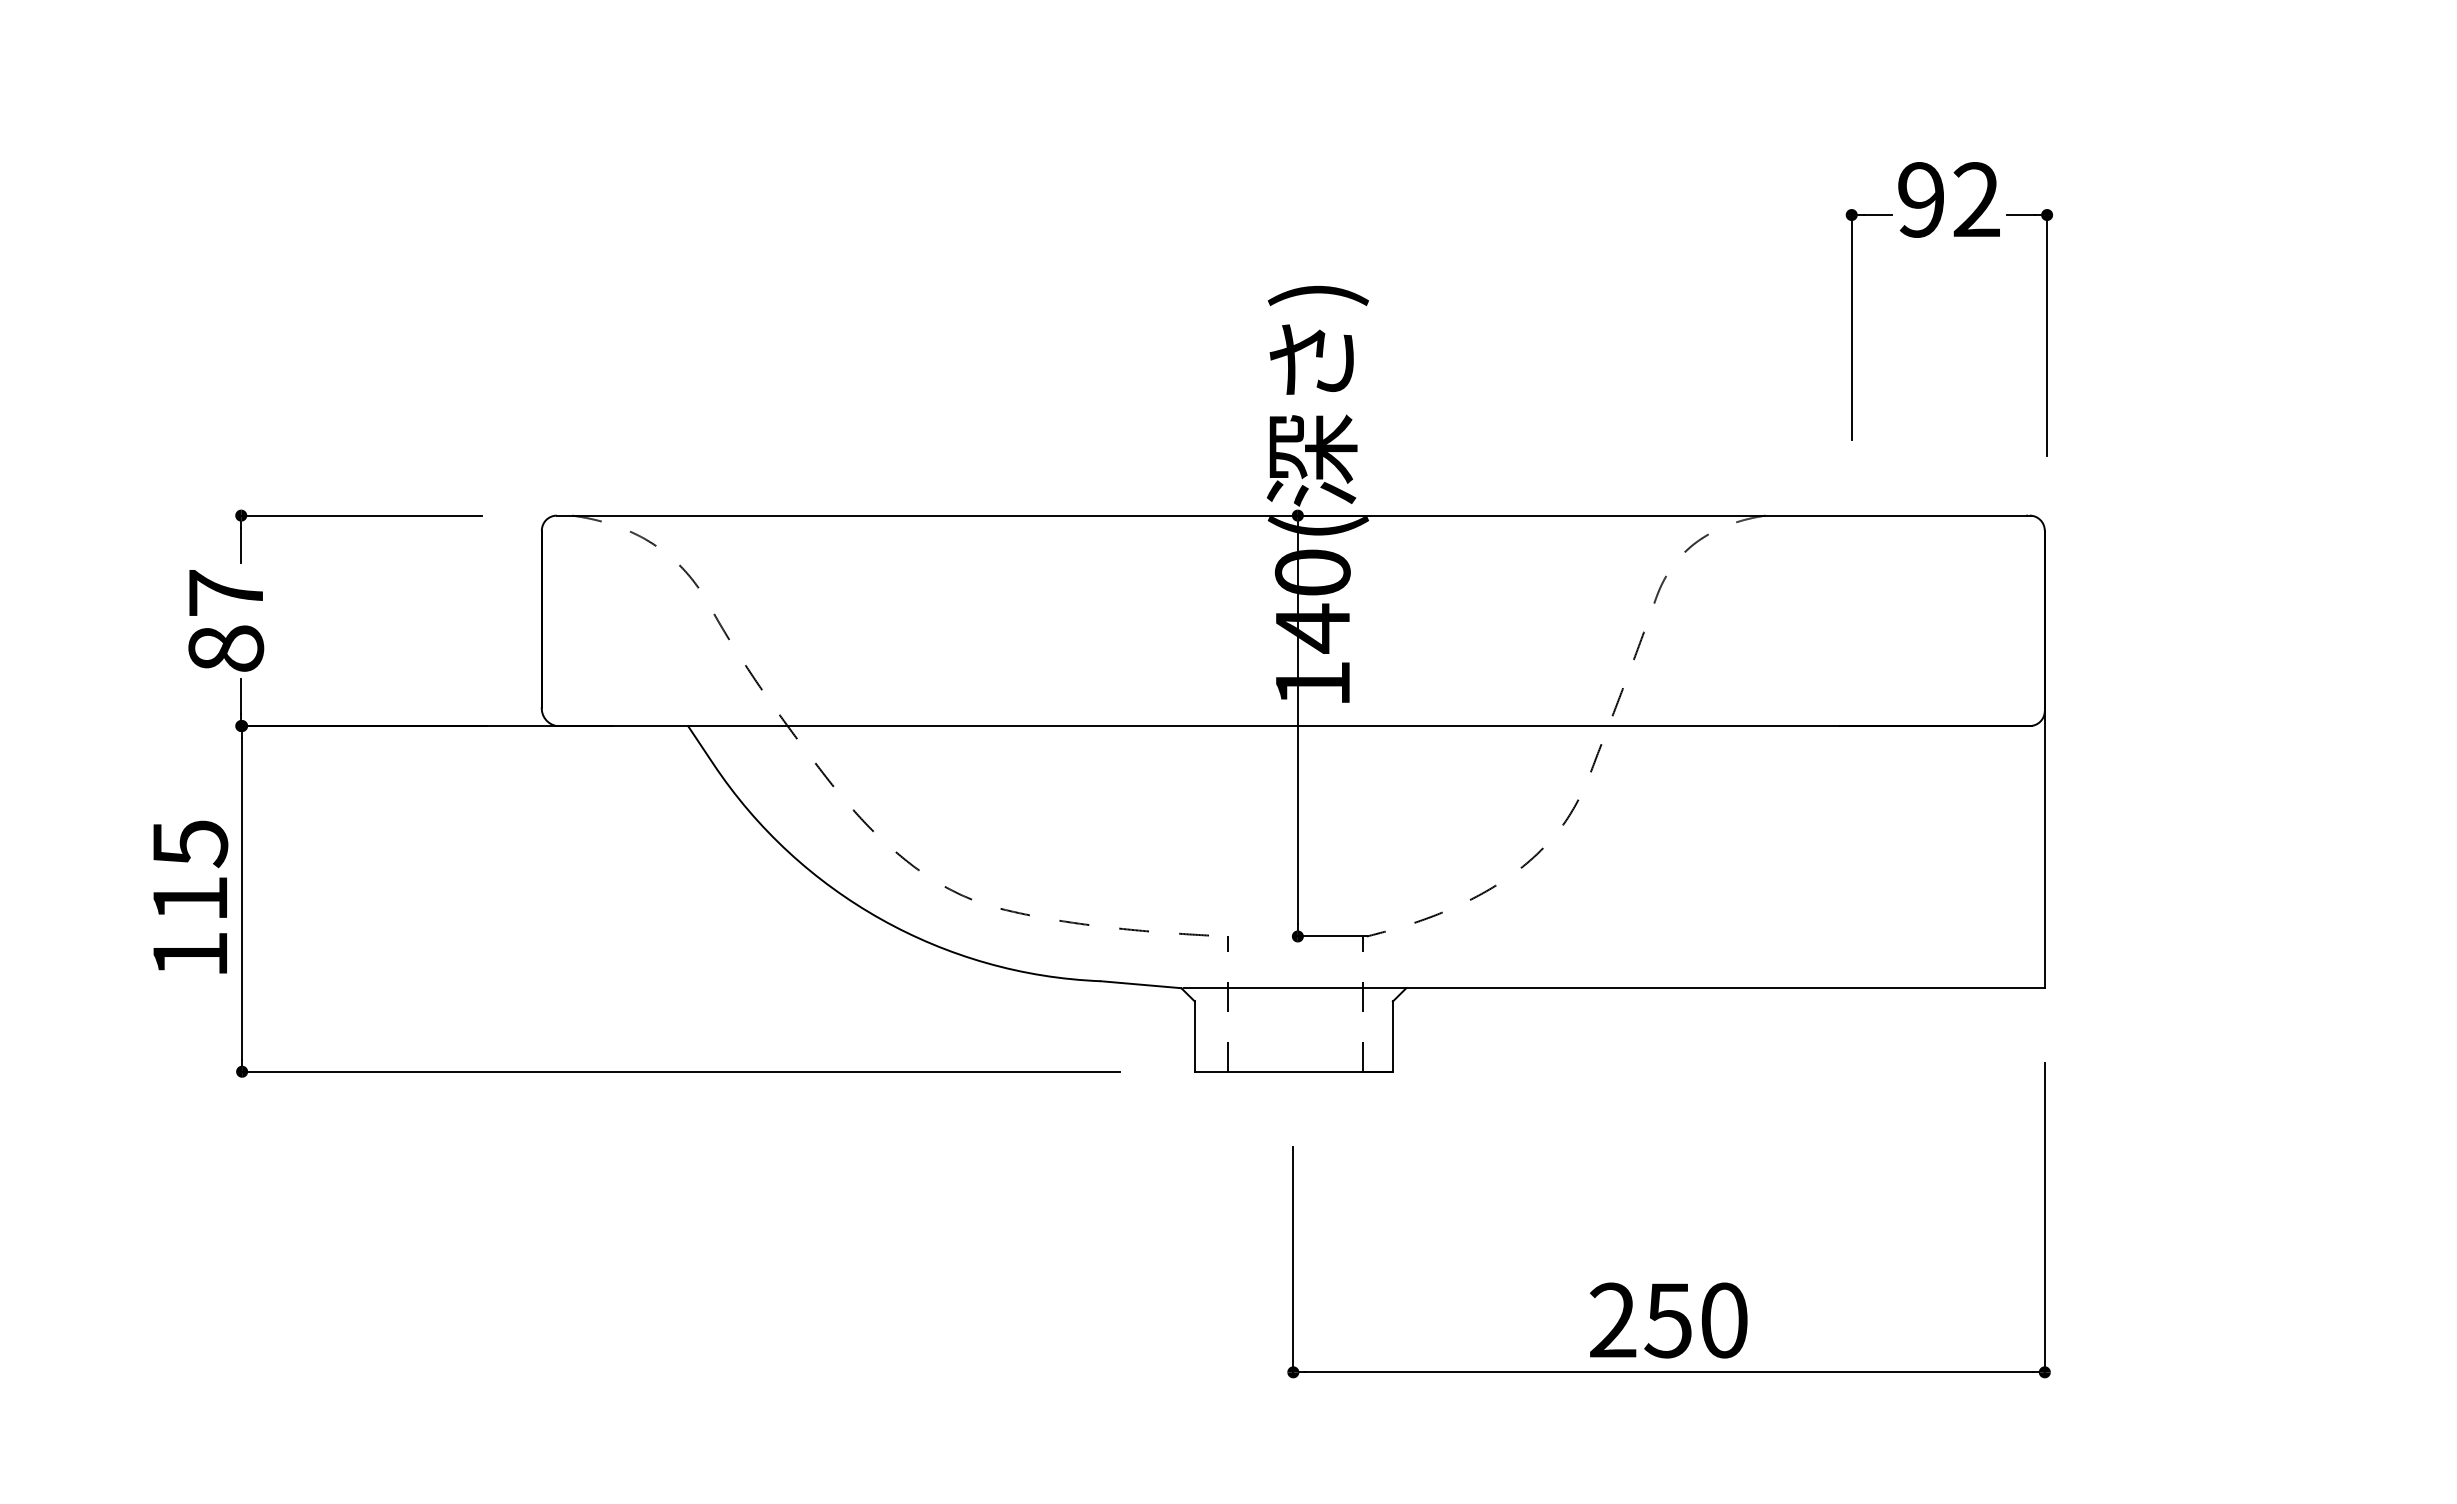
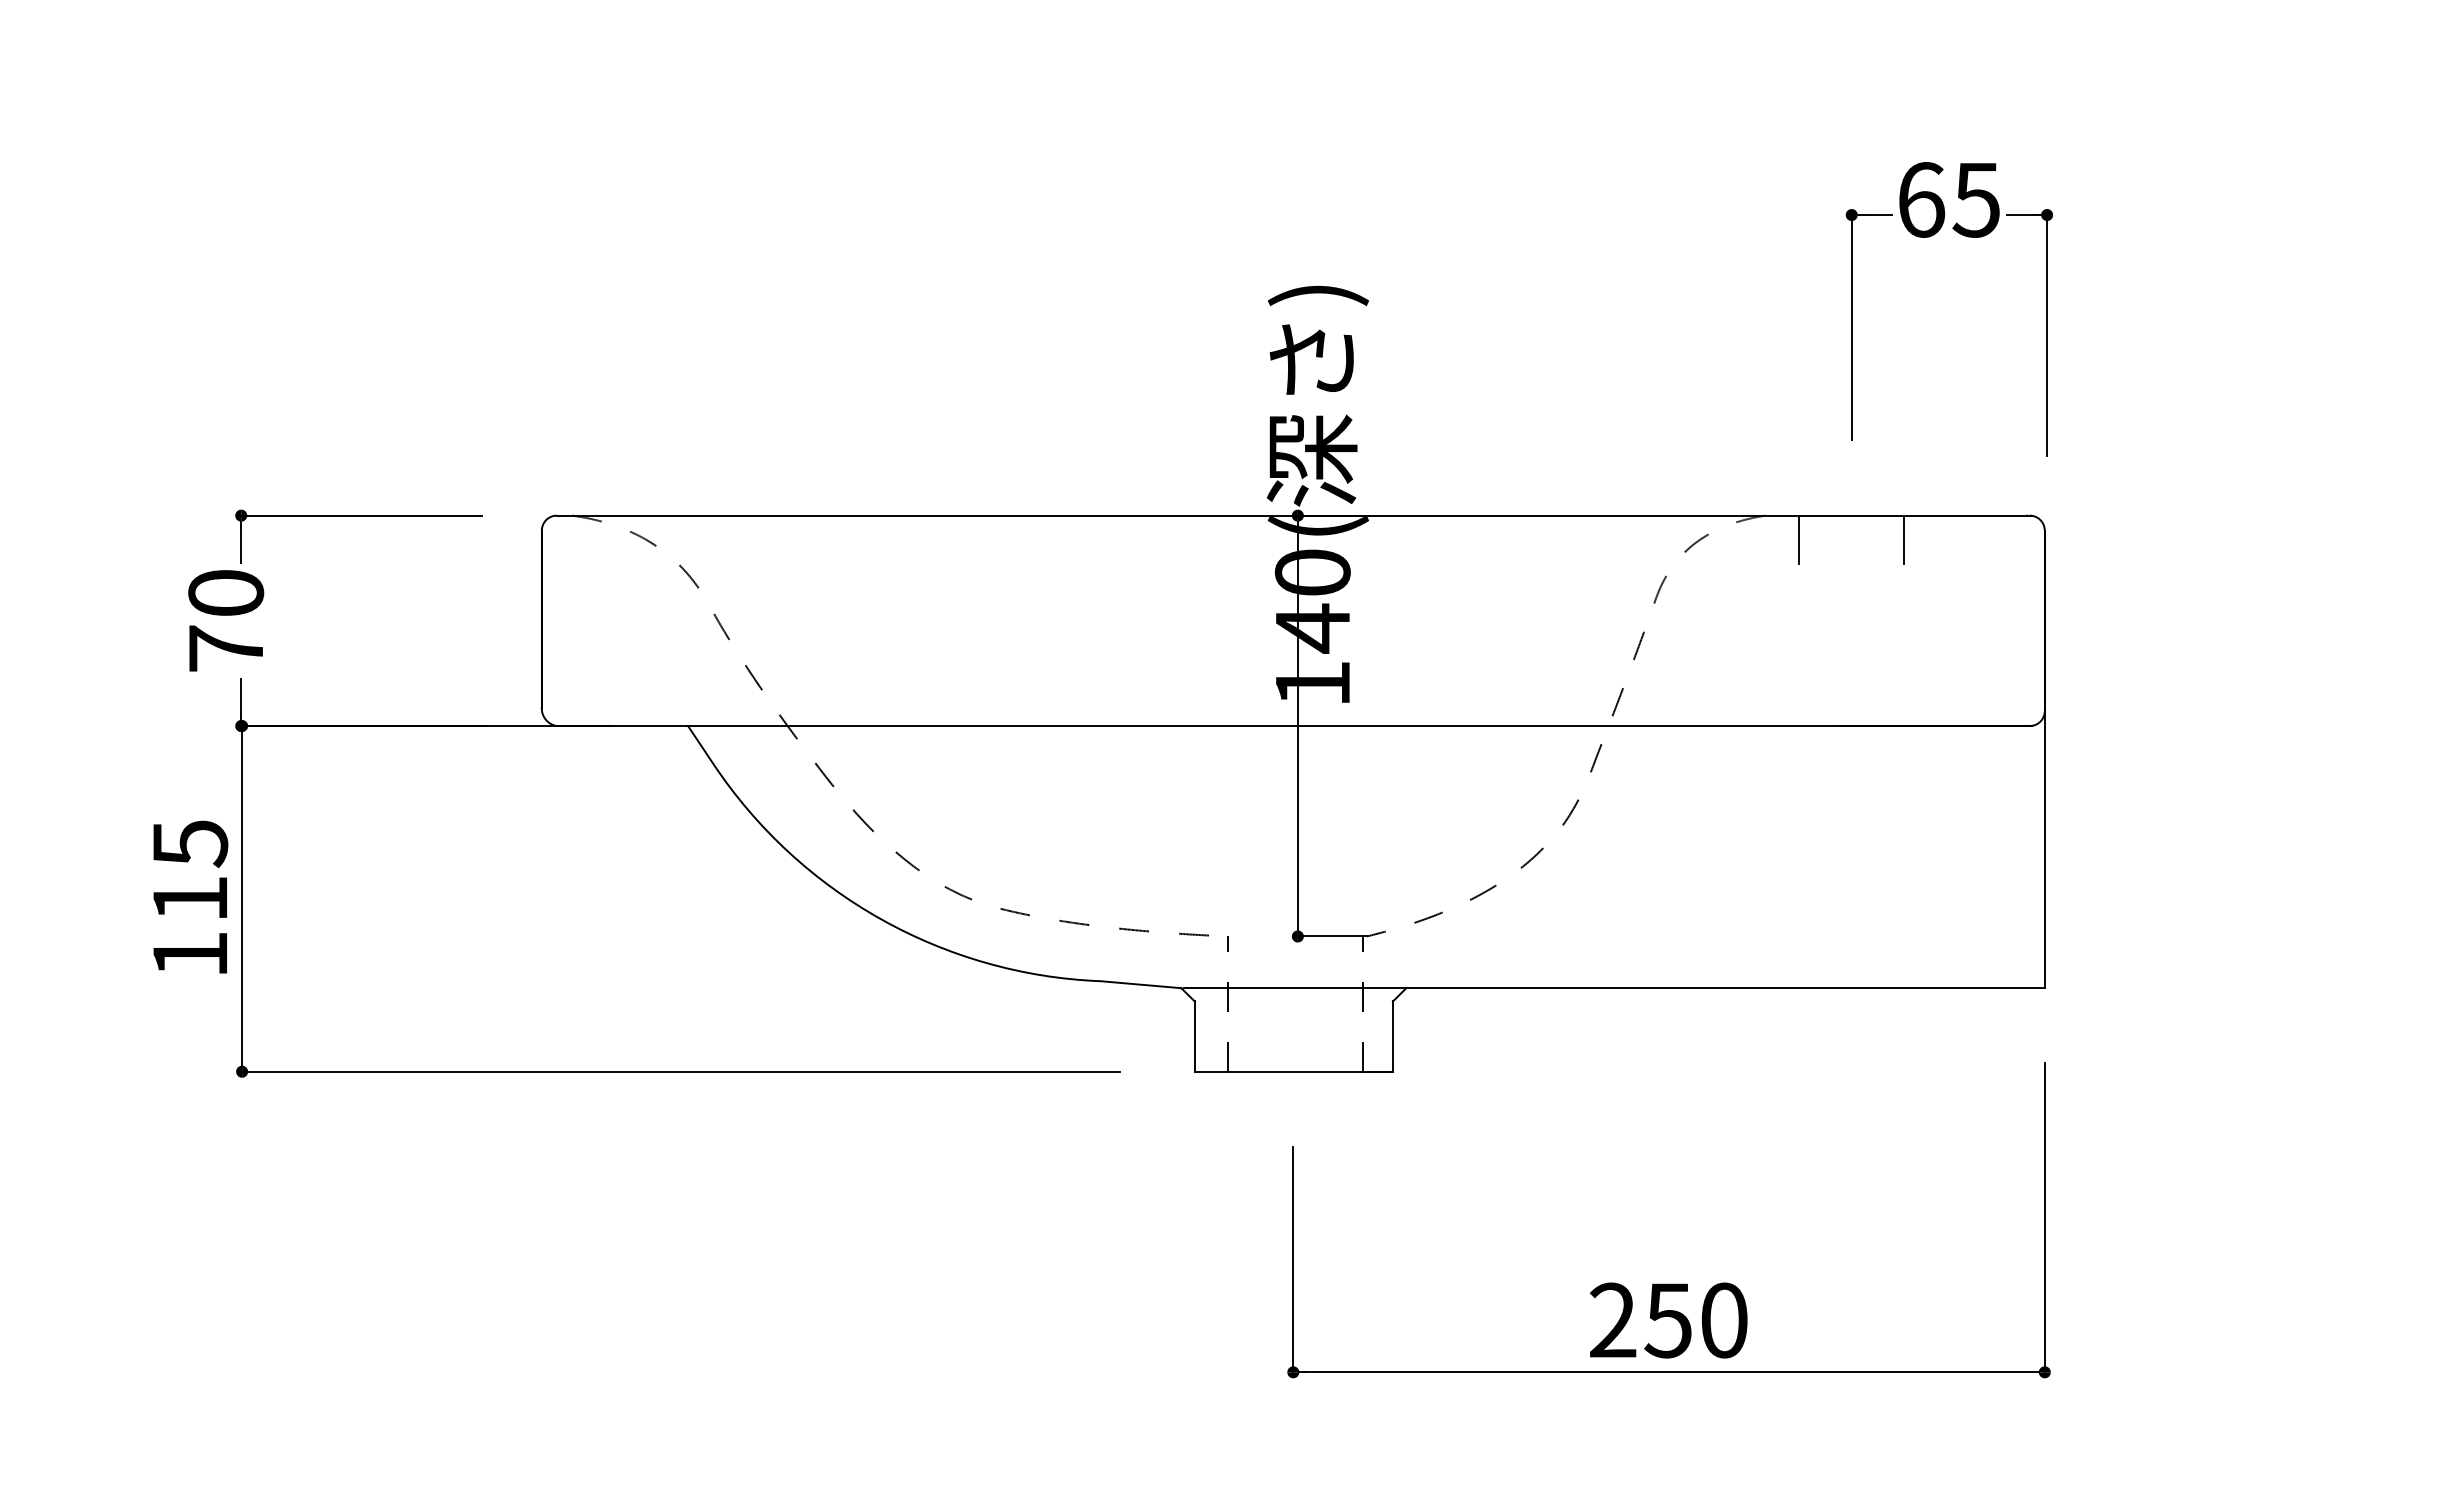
text at (1948, 199): 92 -> 65
line at (1799, 539): none -> present
line at (1904, 539): none -> present
text at (226, 620): 87 -> 70
